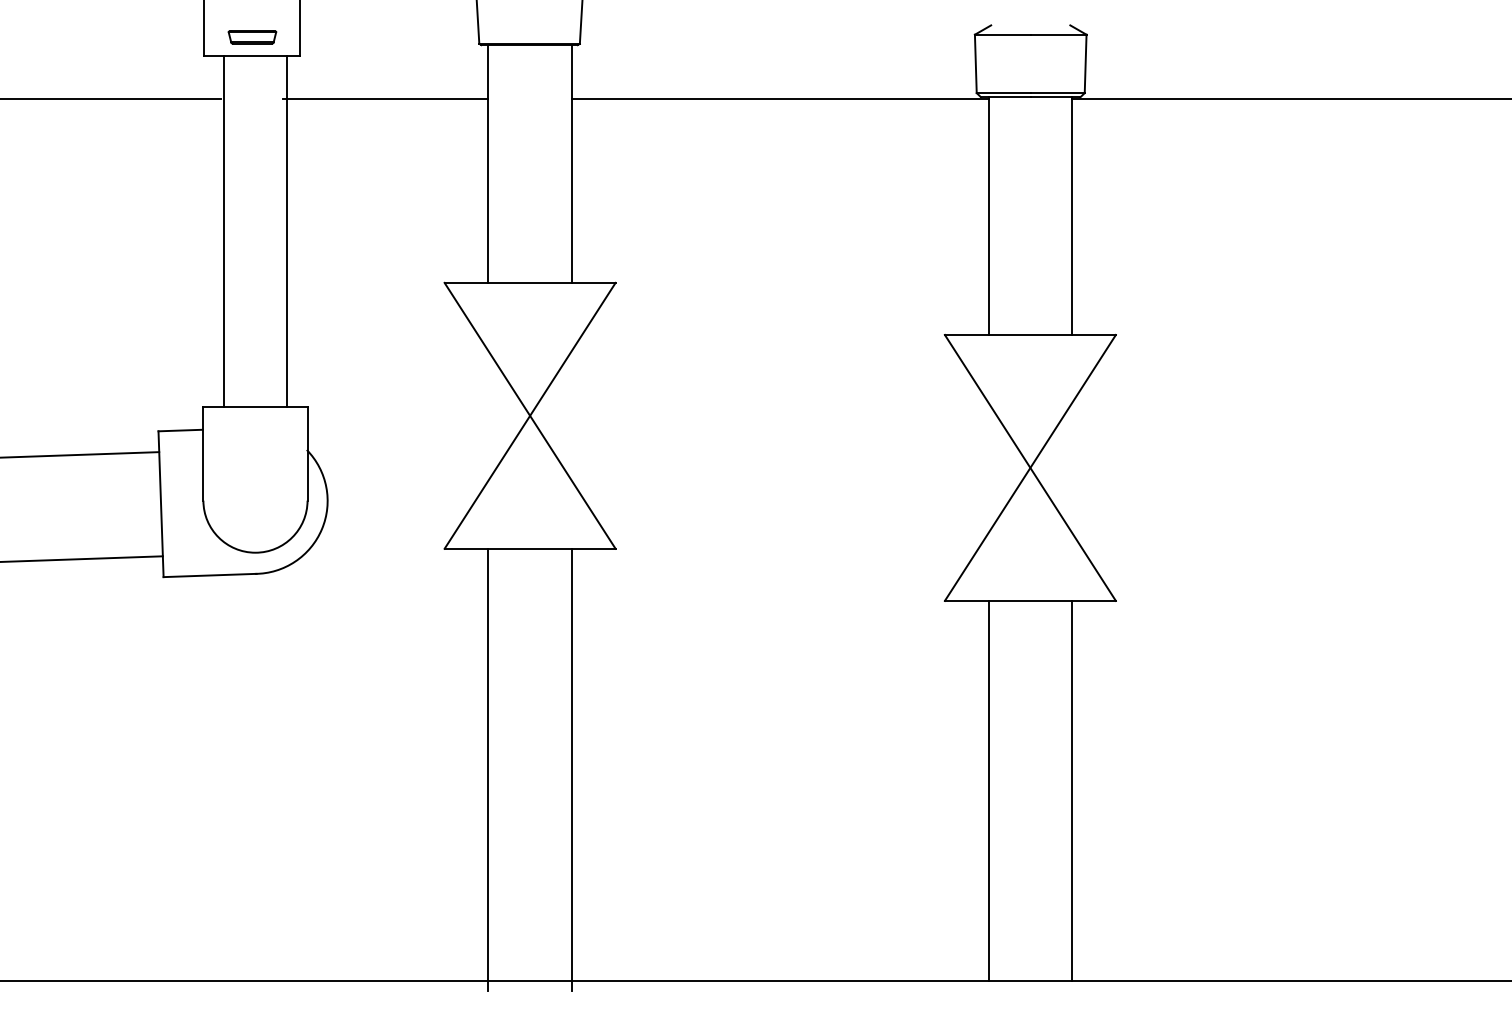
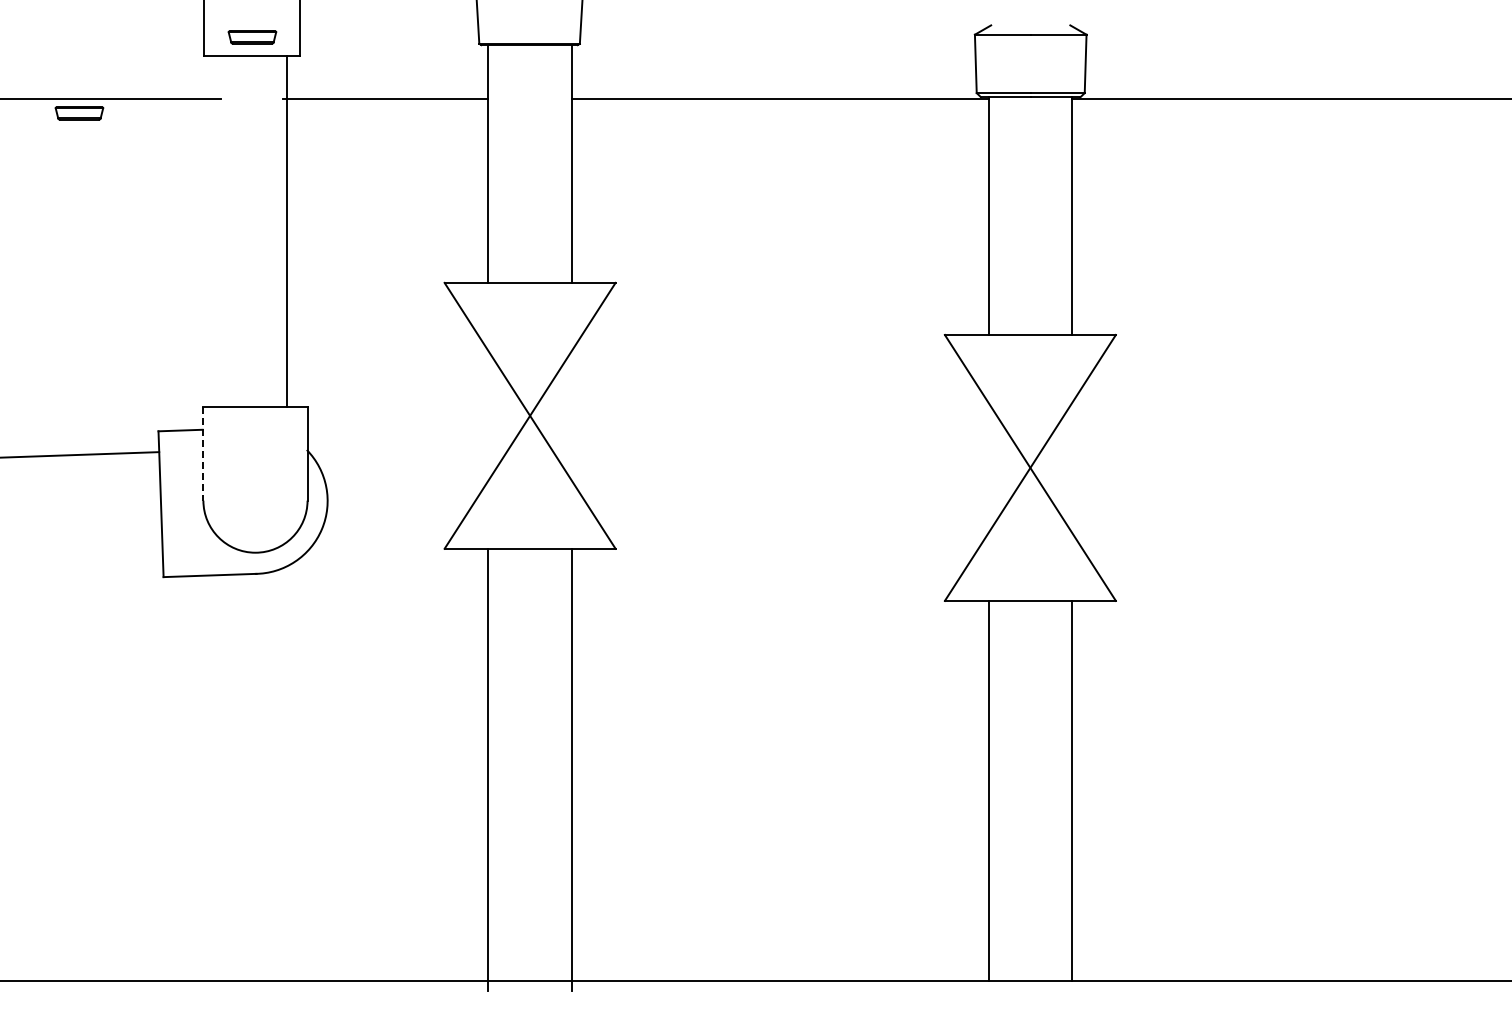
part at (79, 113): none -> present
line at (224, 230): present -> none
line at (203, 453): solid -> dashed
line at (82, 558): present -> none
